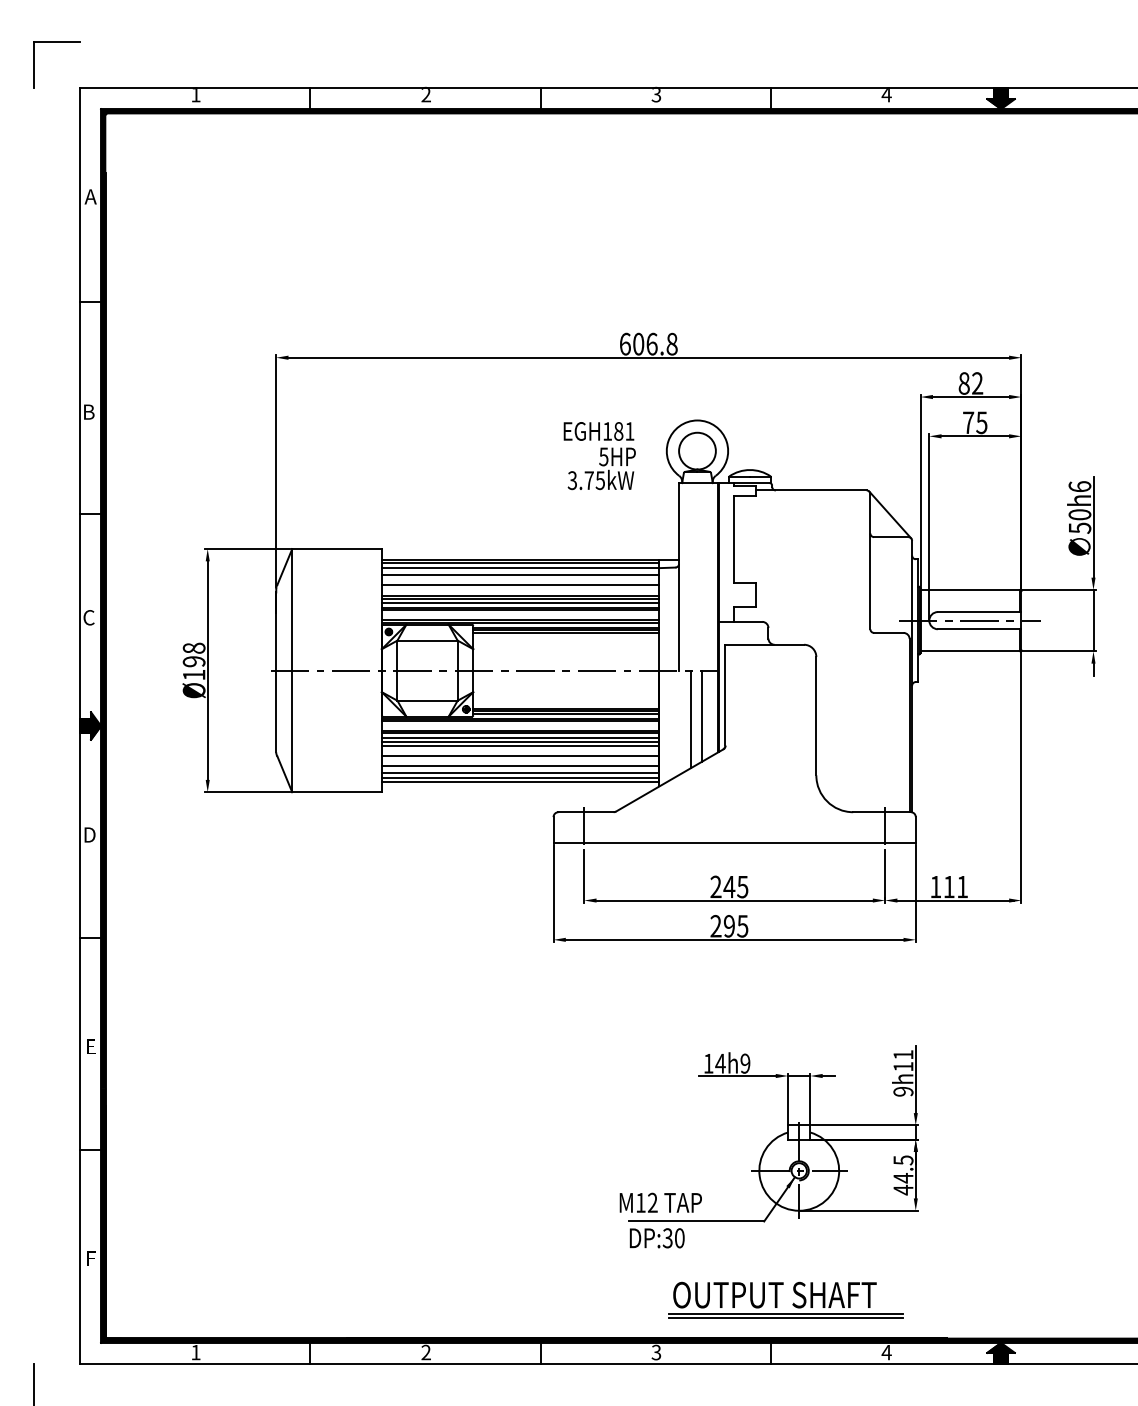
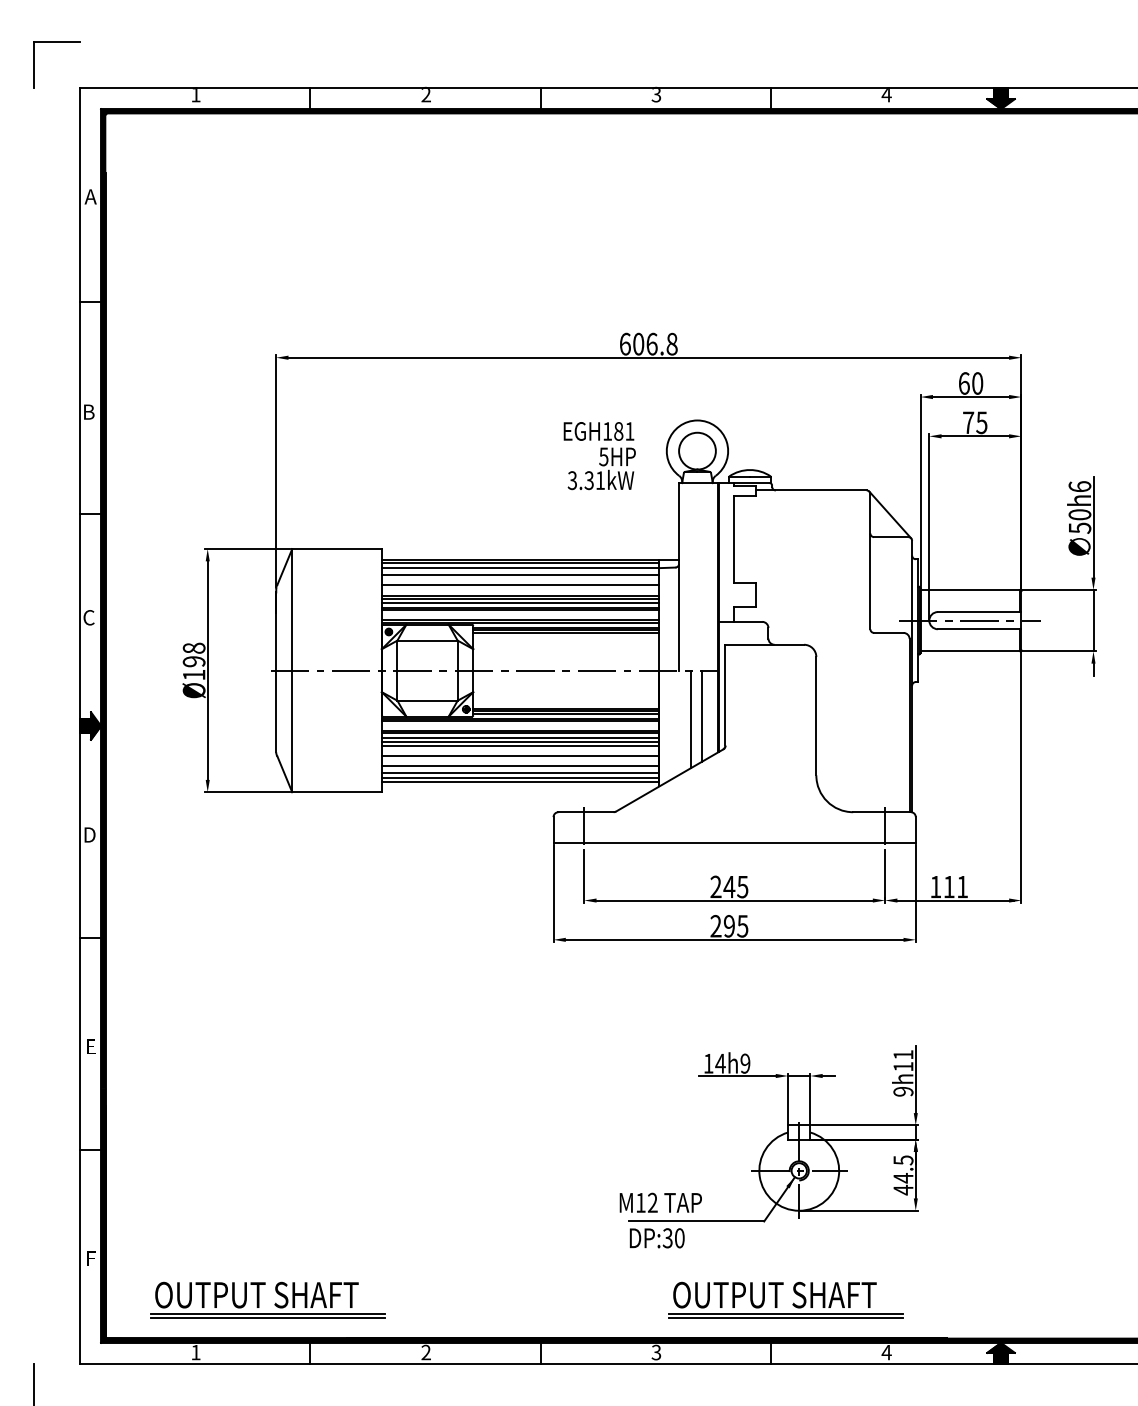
text at (970, 383): 82 -> 60
text at (594, 480): 3.75kW -> 3.31kW
part at (259, 1299): none -> present
